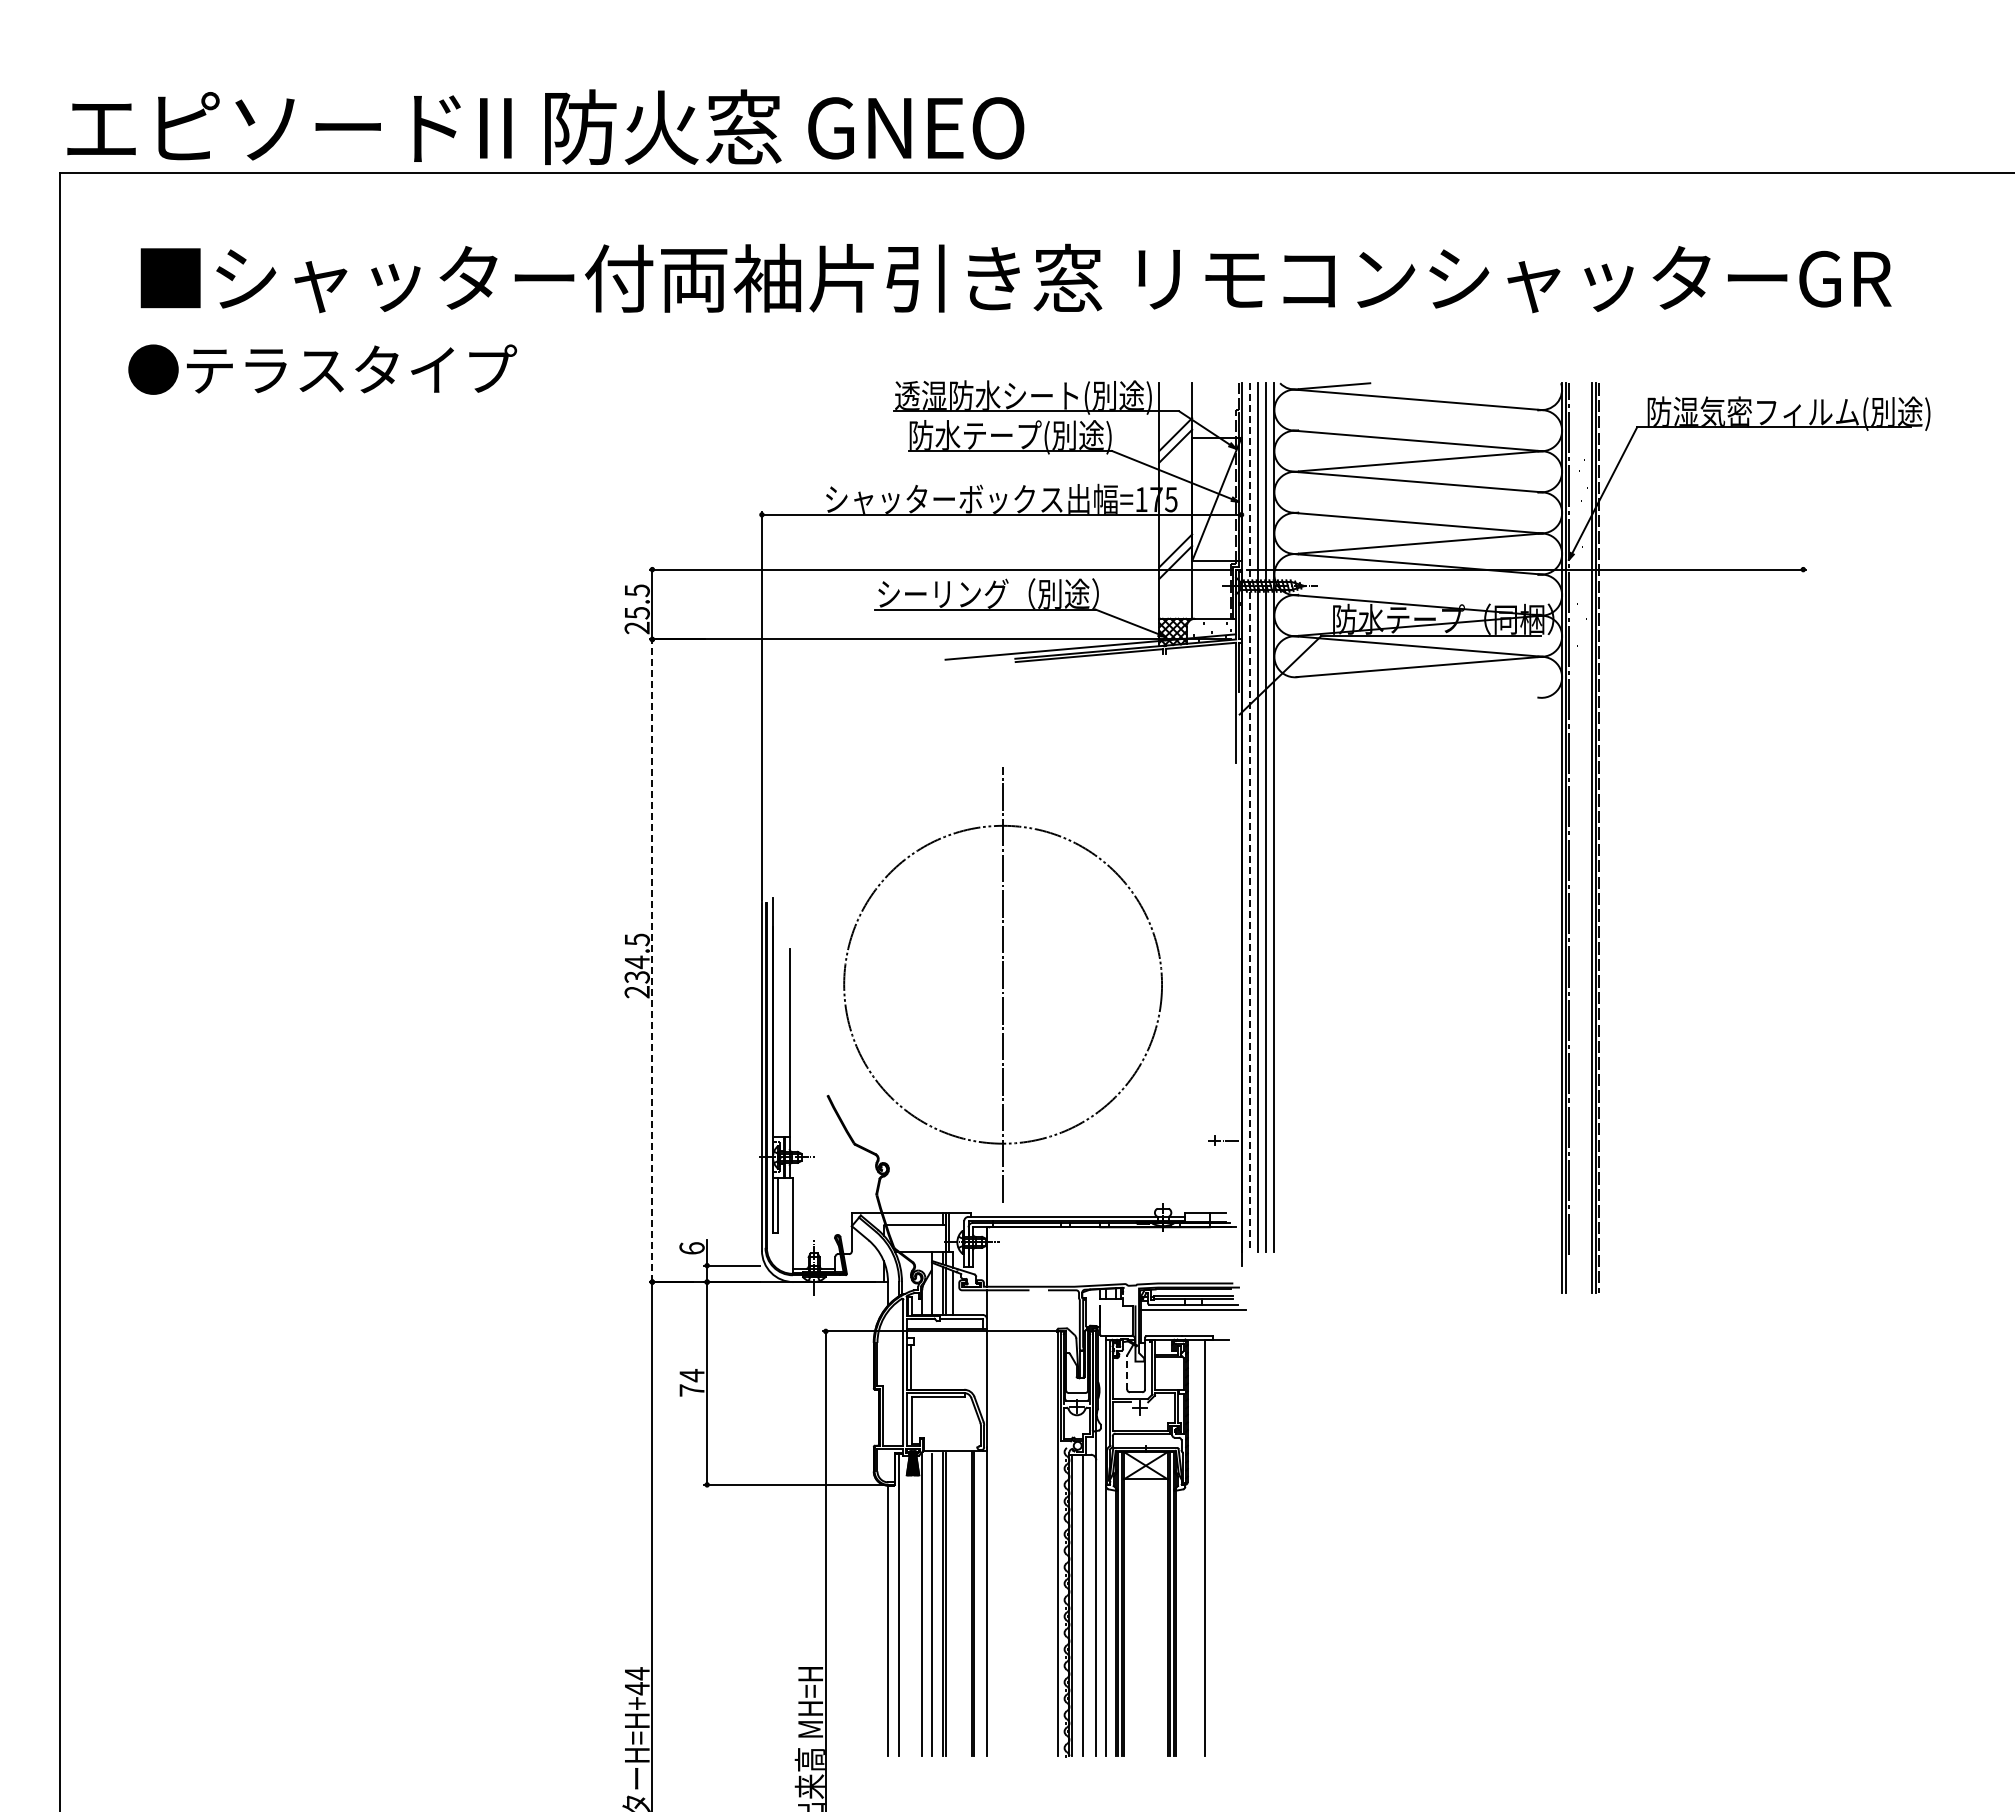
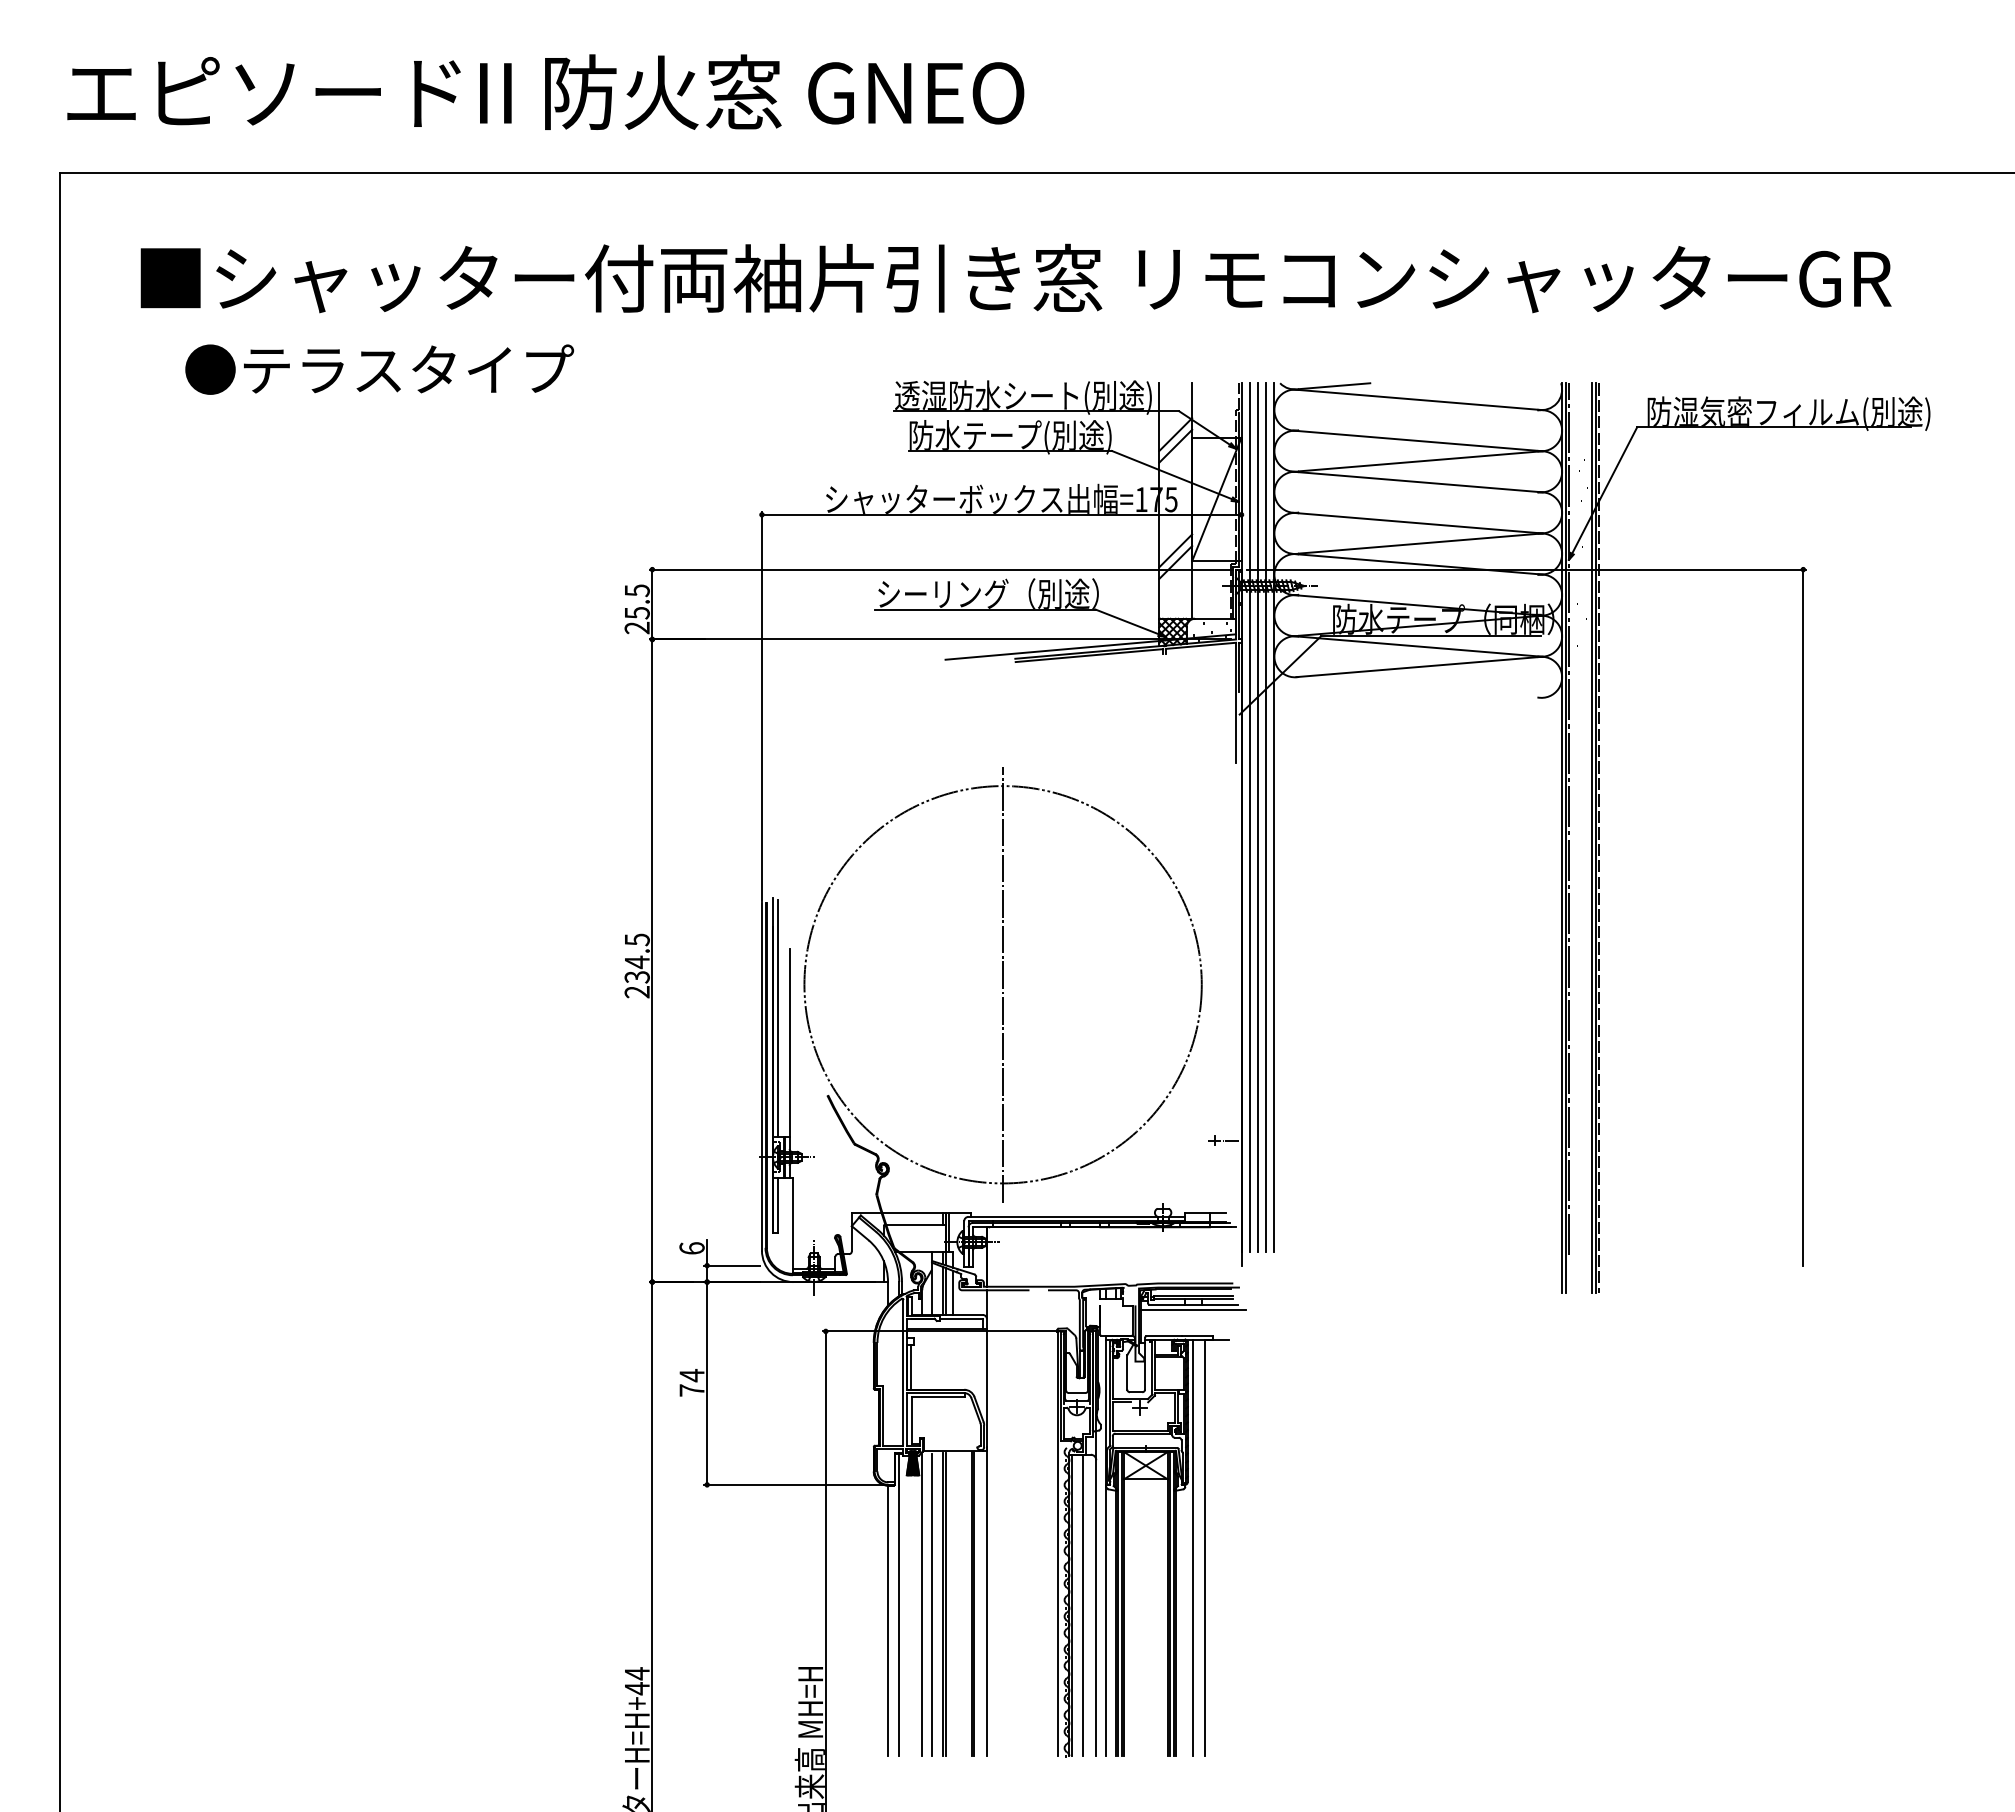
text at (545, 126) position: (545, 126) -> (545, 91)
text at (322, 369) position: (322, 369) -> (379, 369)
line at (1249, 818): dashed -> solid
line at (1803, 917): none -> present
line at (652, 960): dashed -> solid
circle at (1003, 984) diameter: 318 px -> 397 px
line at (778, 1017): none -> present
line at (1127, 1372): dashed -> solid
line at (1192, 1547): none -> present
